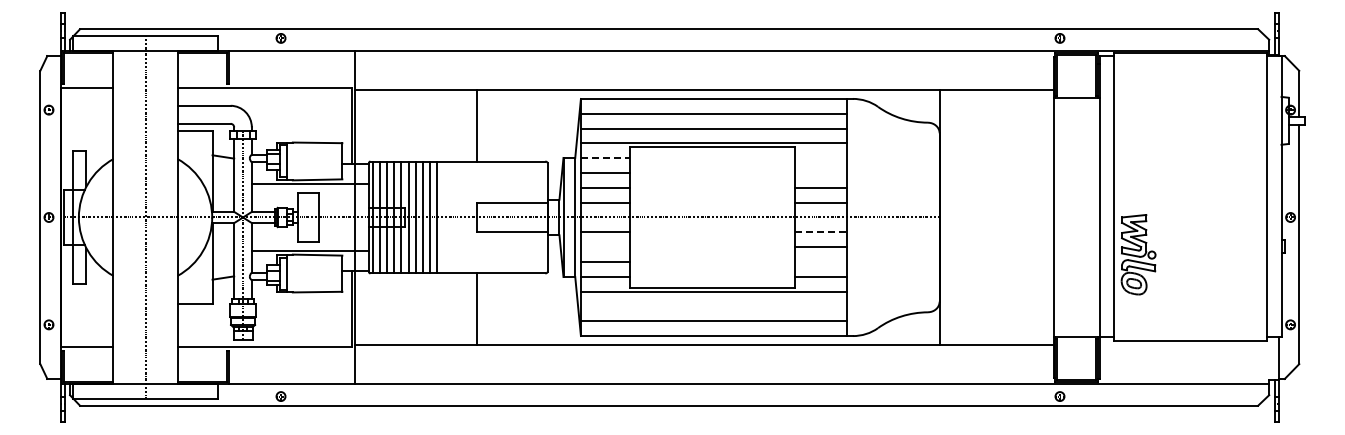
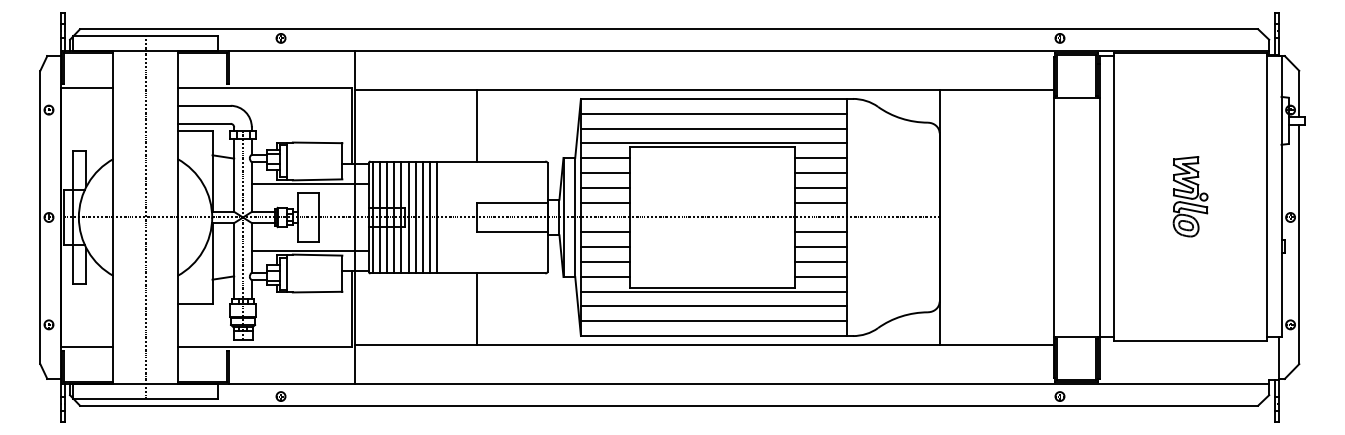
line at (605, 158): dashed -> solid
line at (820, 158): none -> present
line at (820, 173): none -> present
line at (821, 232): dashed -> solid
line at (605, 247): none -> present
part at (1138, 254) position: (1138, 254) -> (1190, 196)
line at (820, 261): none -> present
line at (713, 306): none -> present
